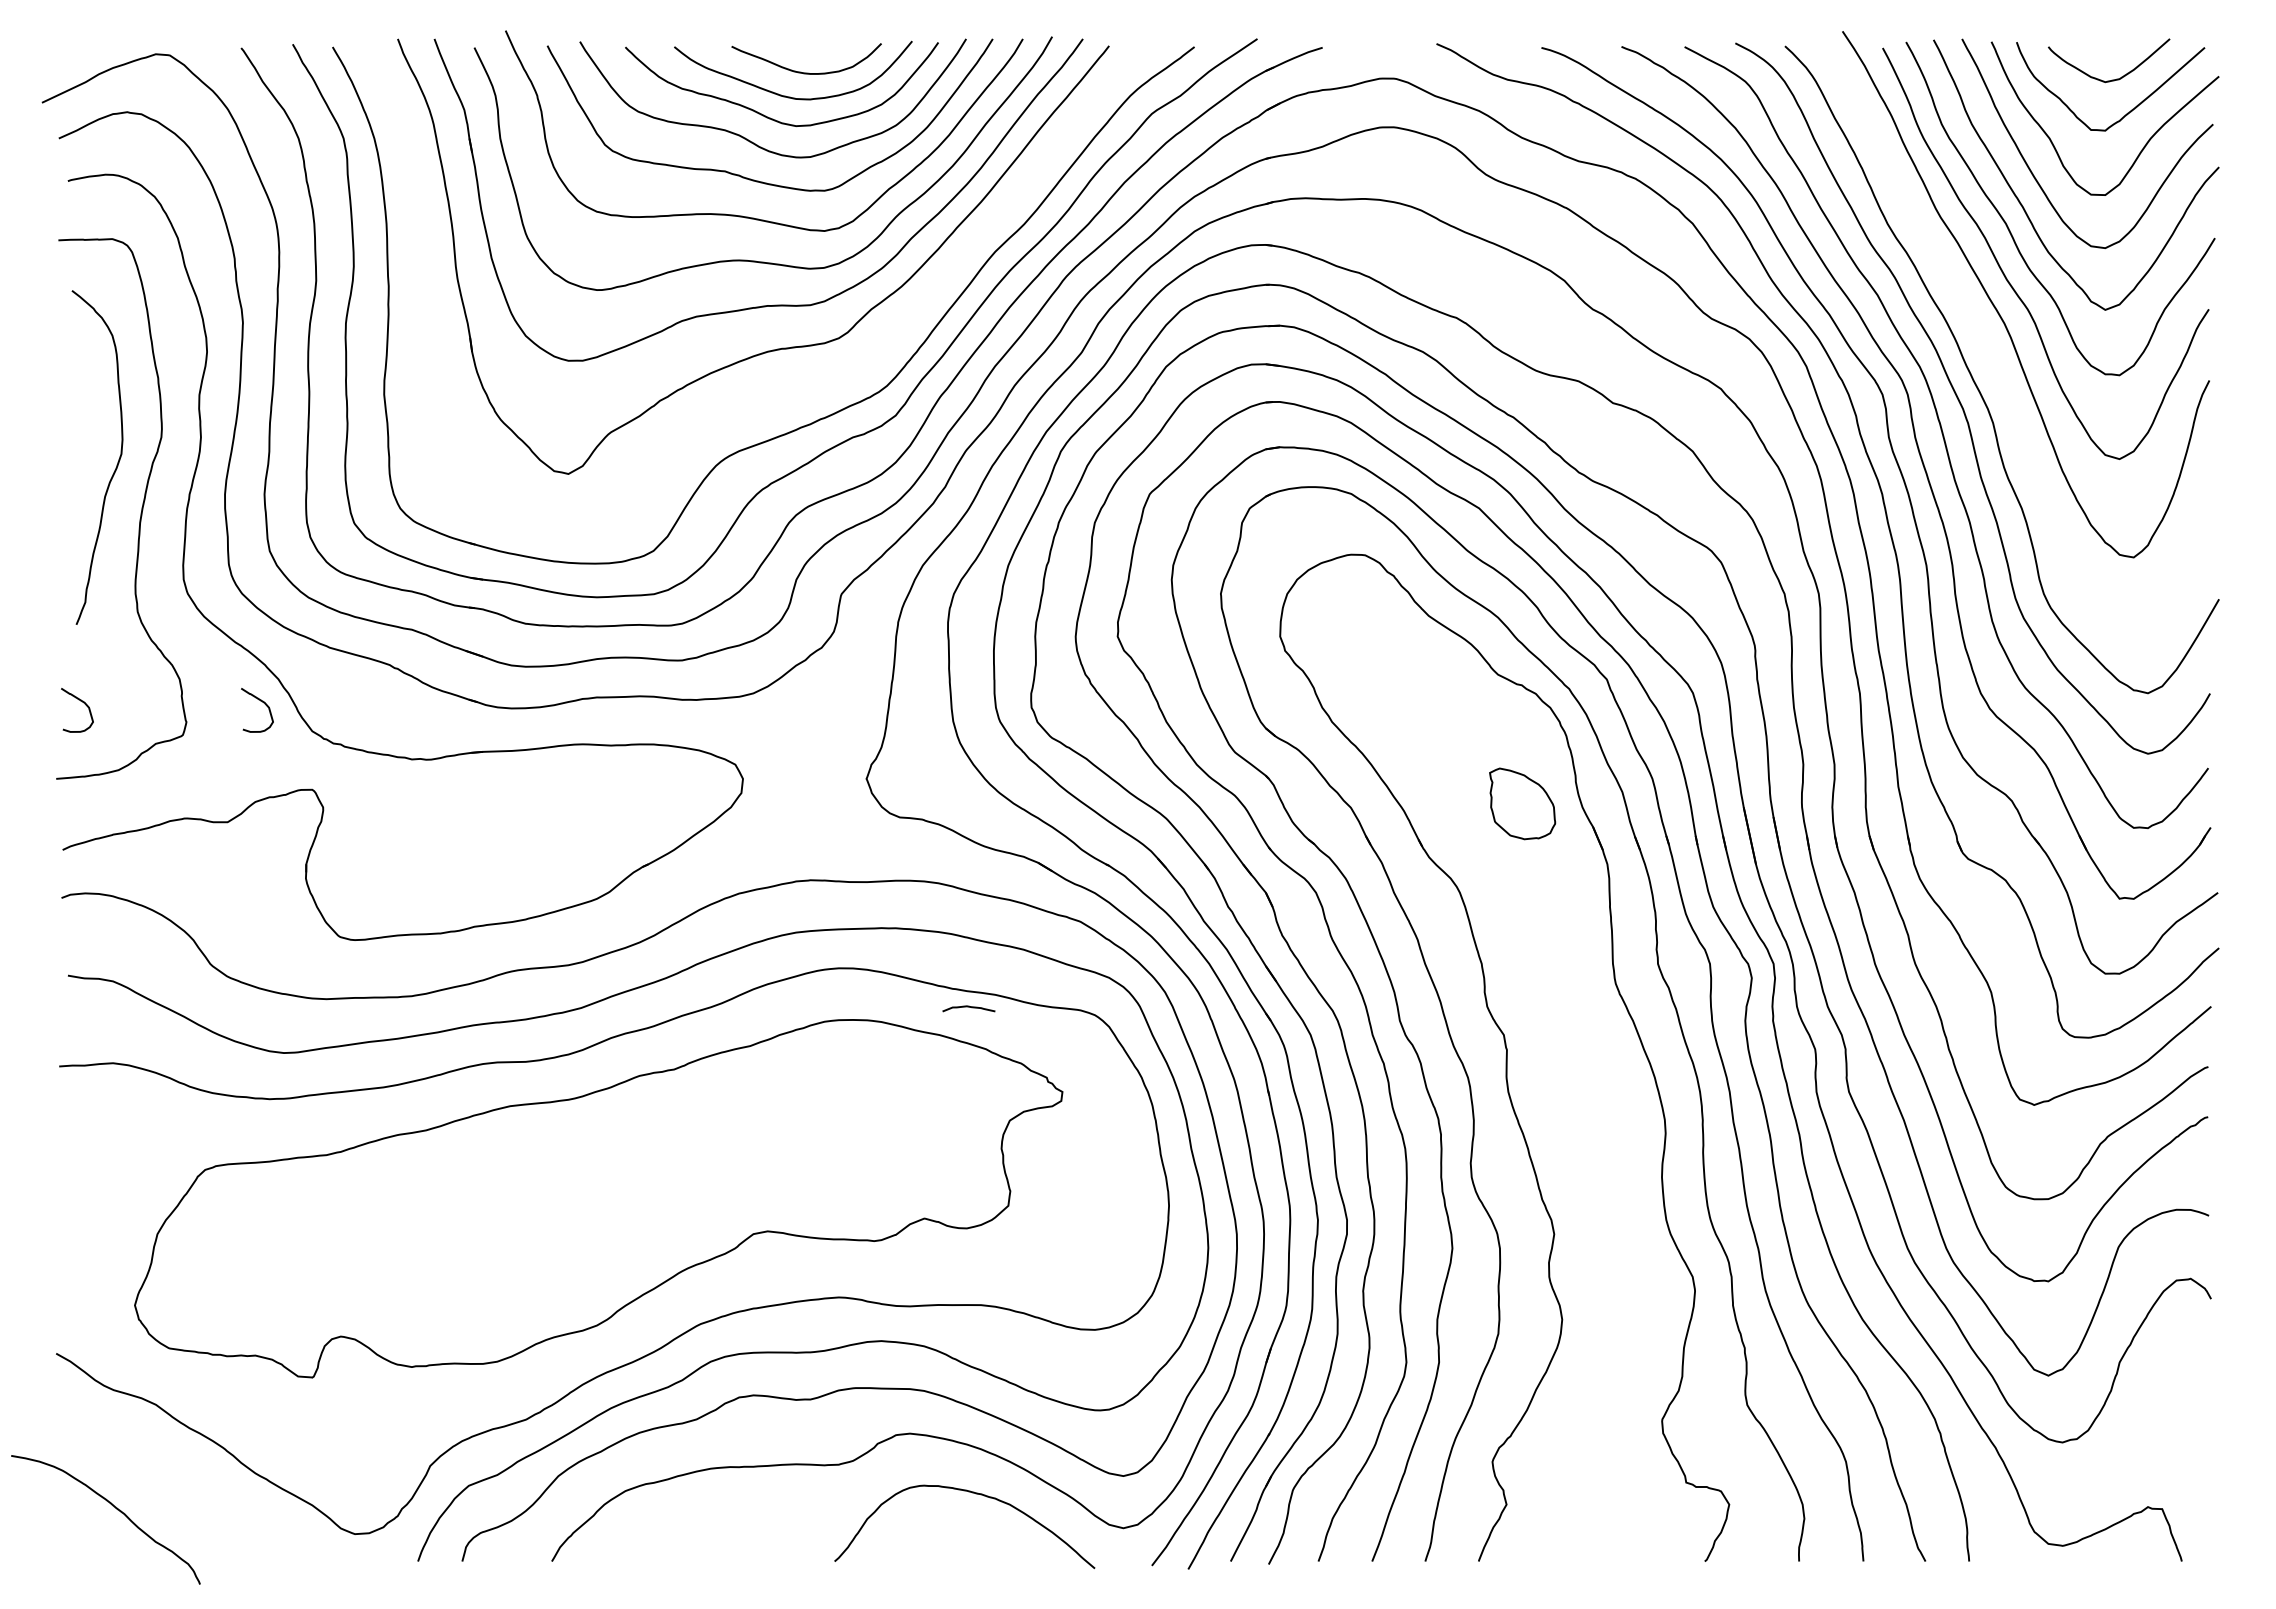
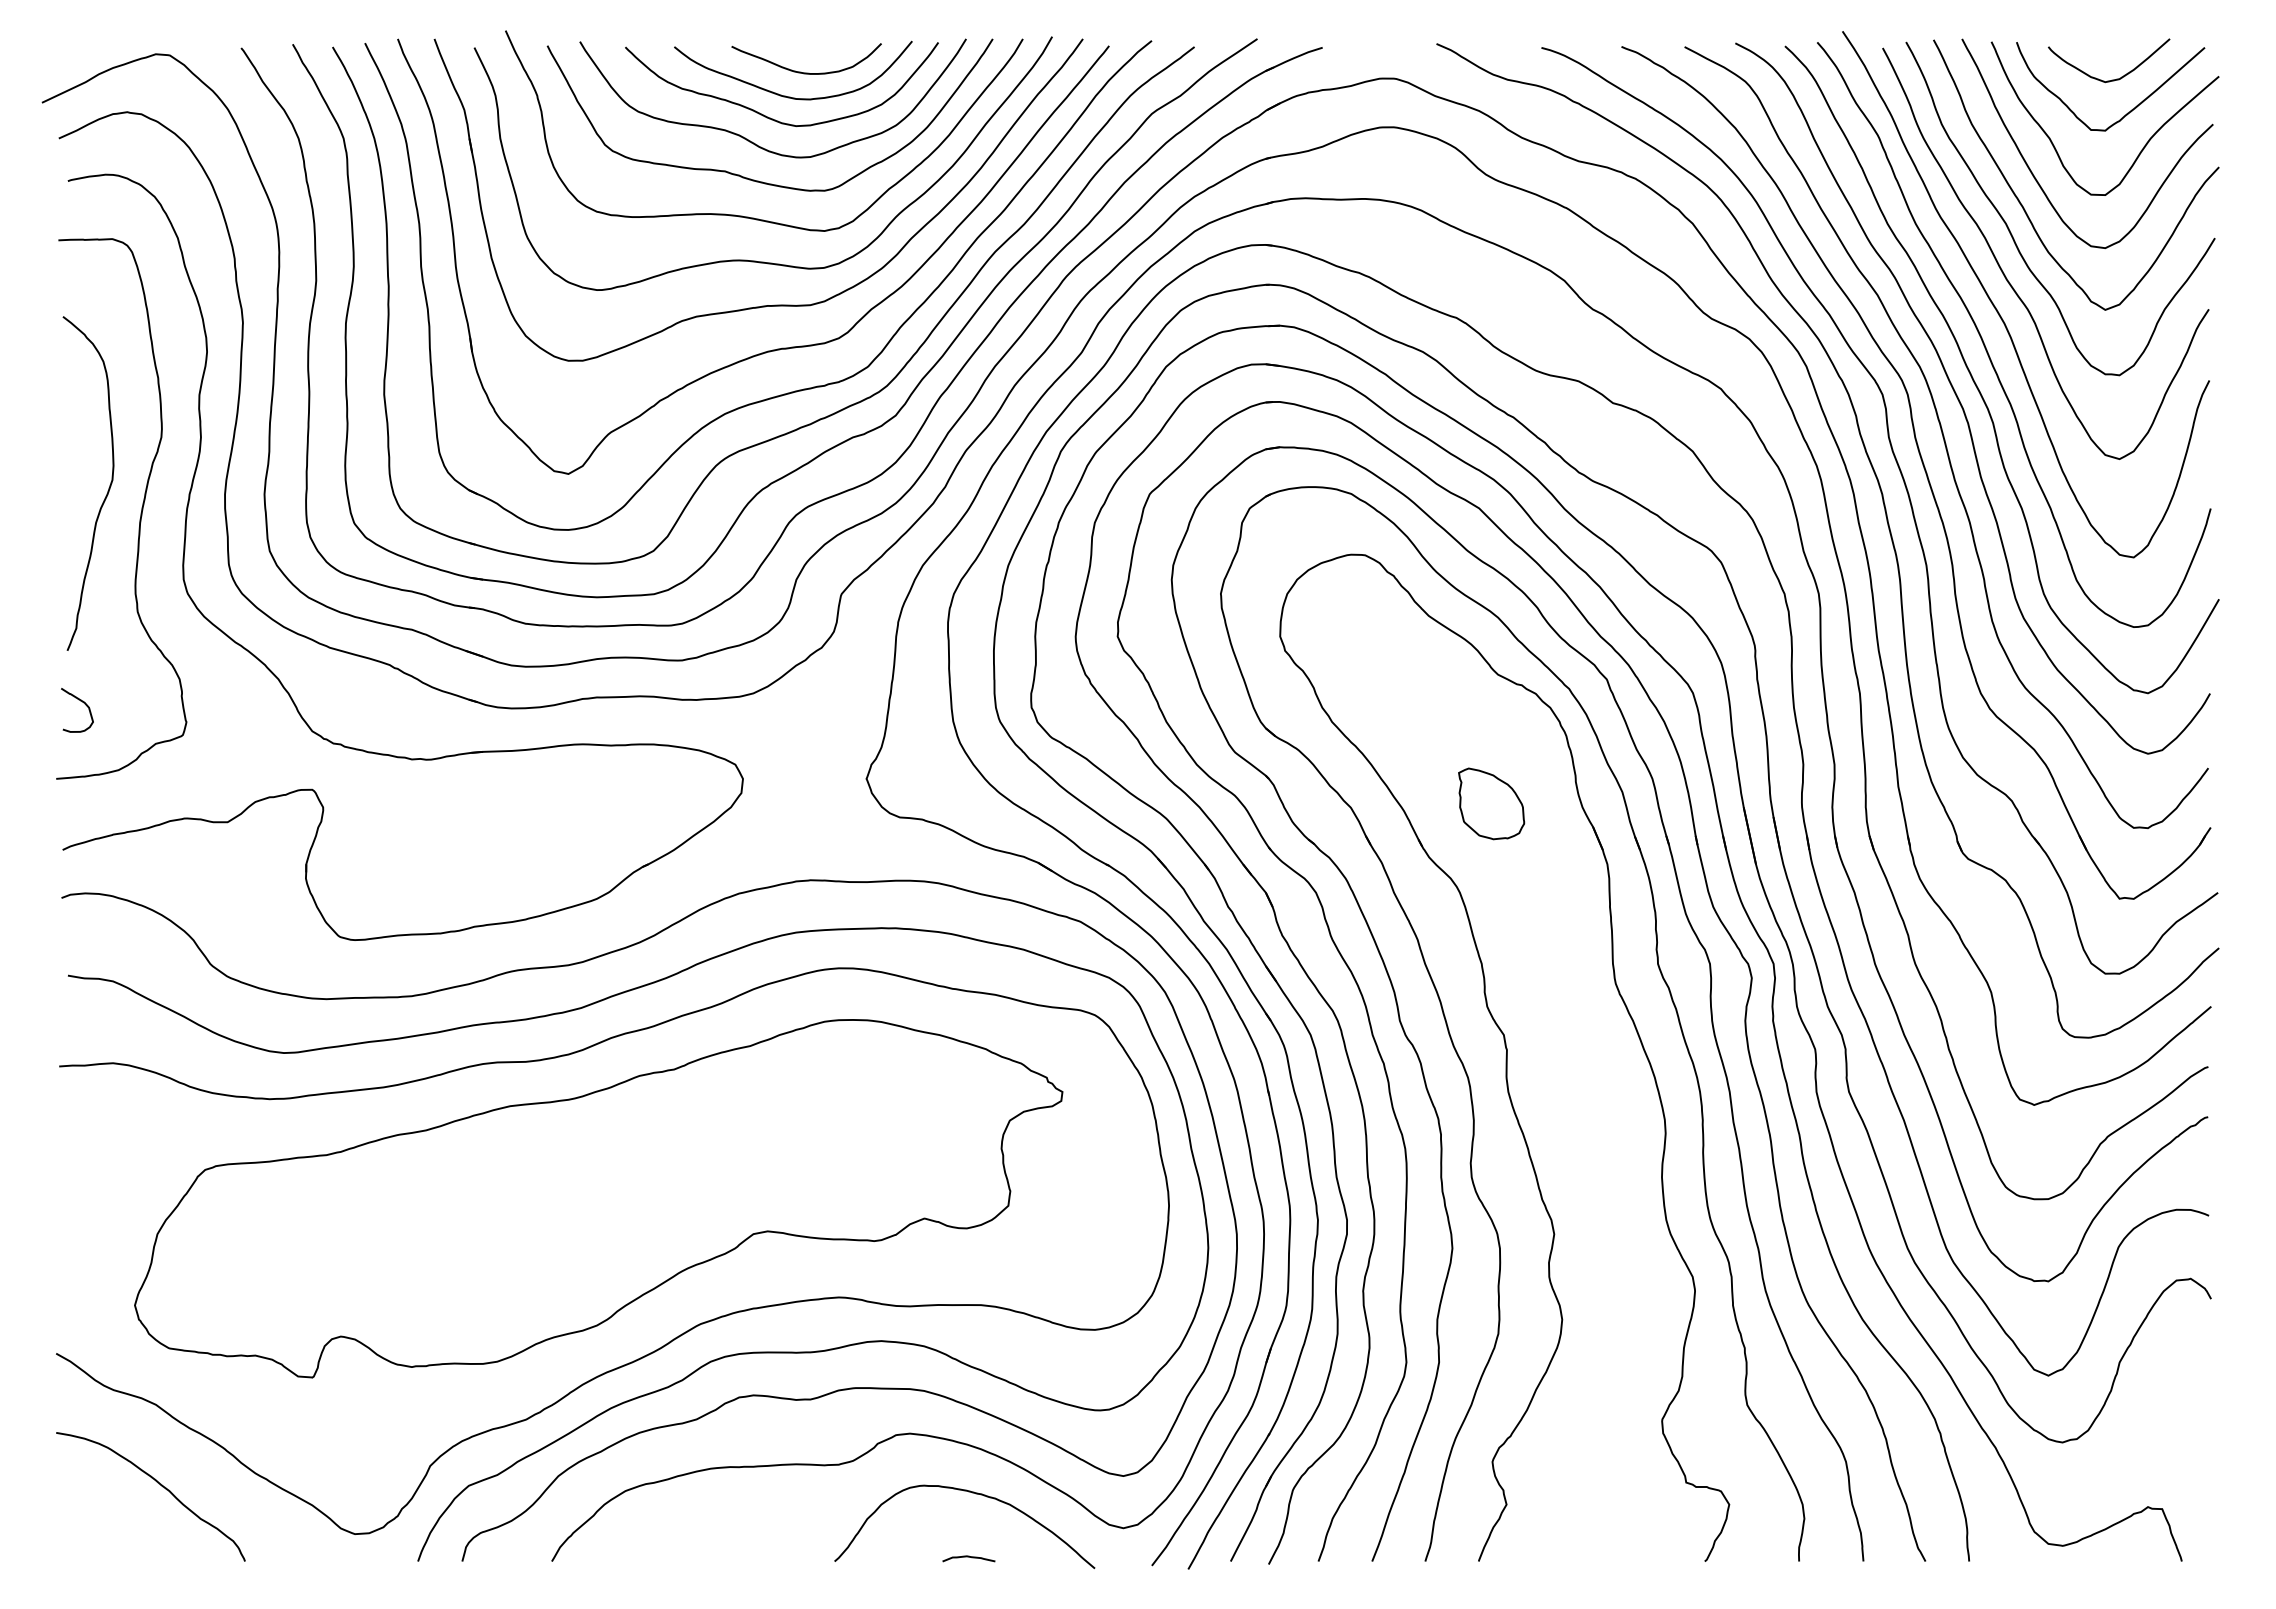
curve at (1985, 344): none -> present
part at (787, 392): none -> present
curve at (116, 464) position: (116, 464) -> (107, 490)
curve at (263, 703): present -> none
part at (1522, 803) position: (1522, 803) -> (1491, 803)
curve at (968, 1007) position: (968, 1007) -> (968, 1557)
curve at (112, 1506) position: (112, 1506) -> (157, 1483)
